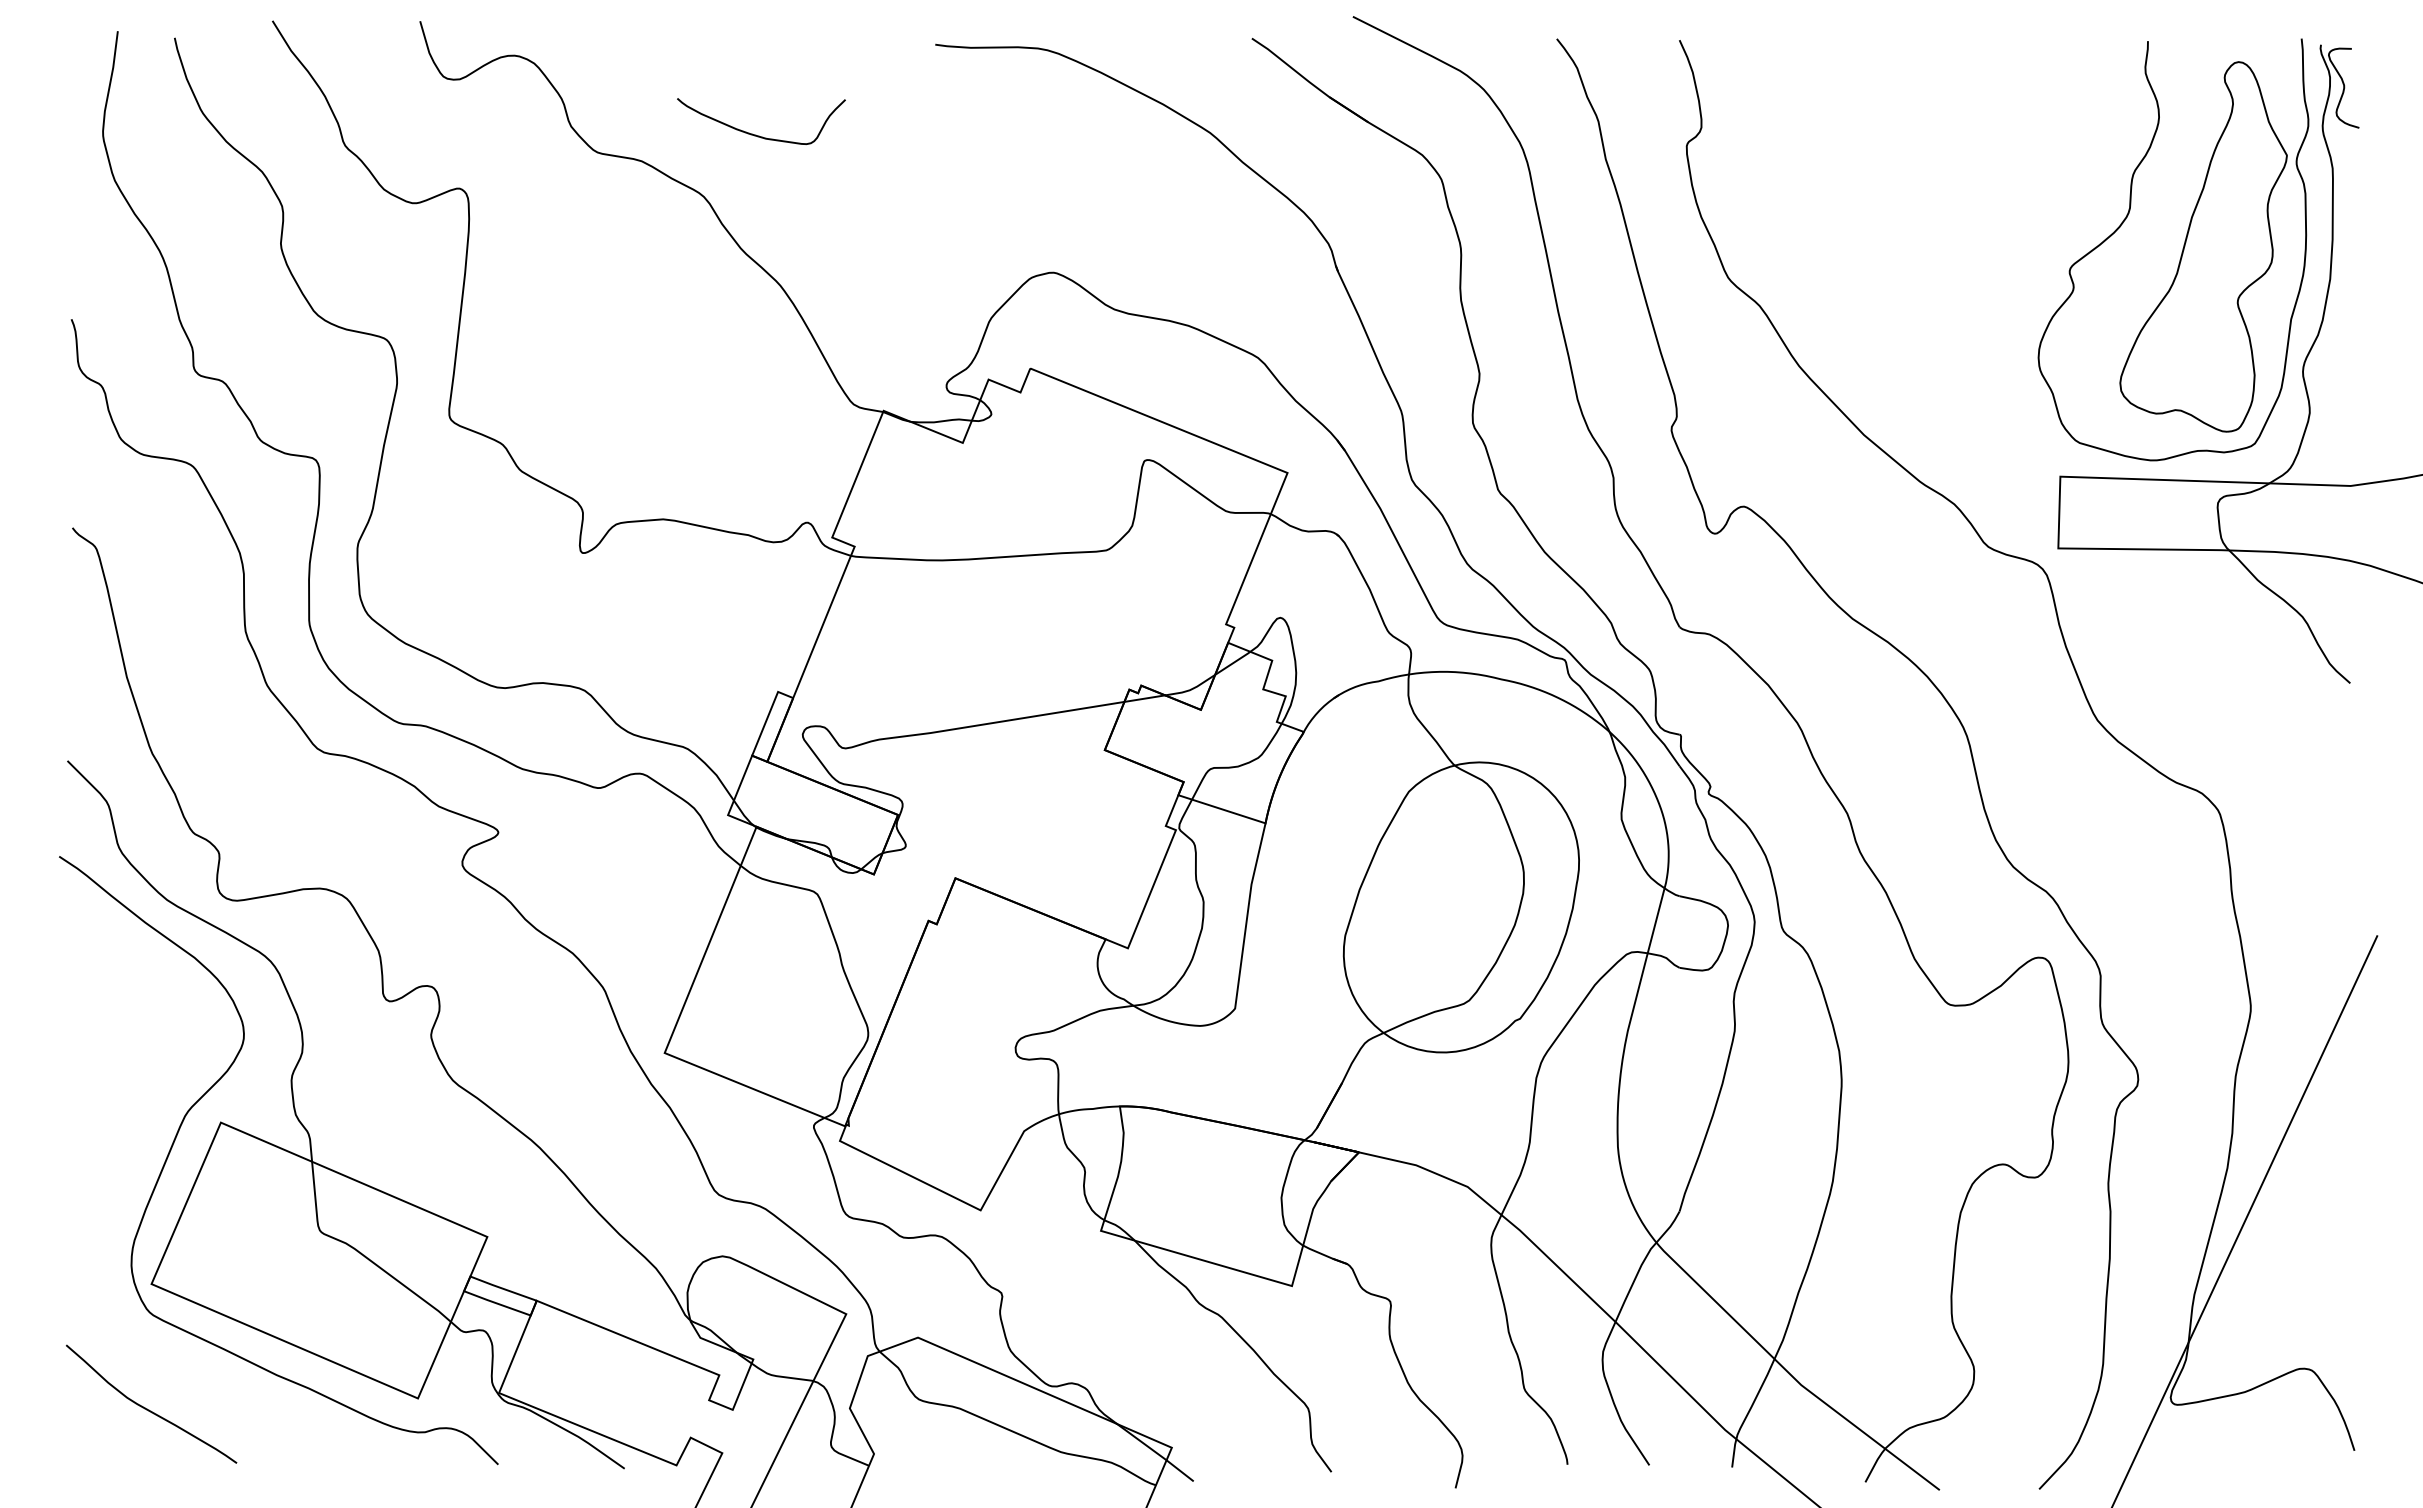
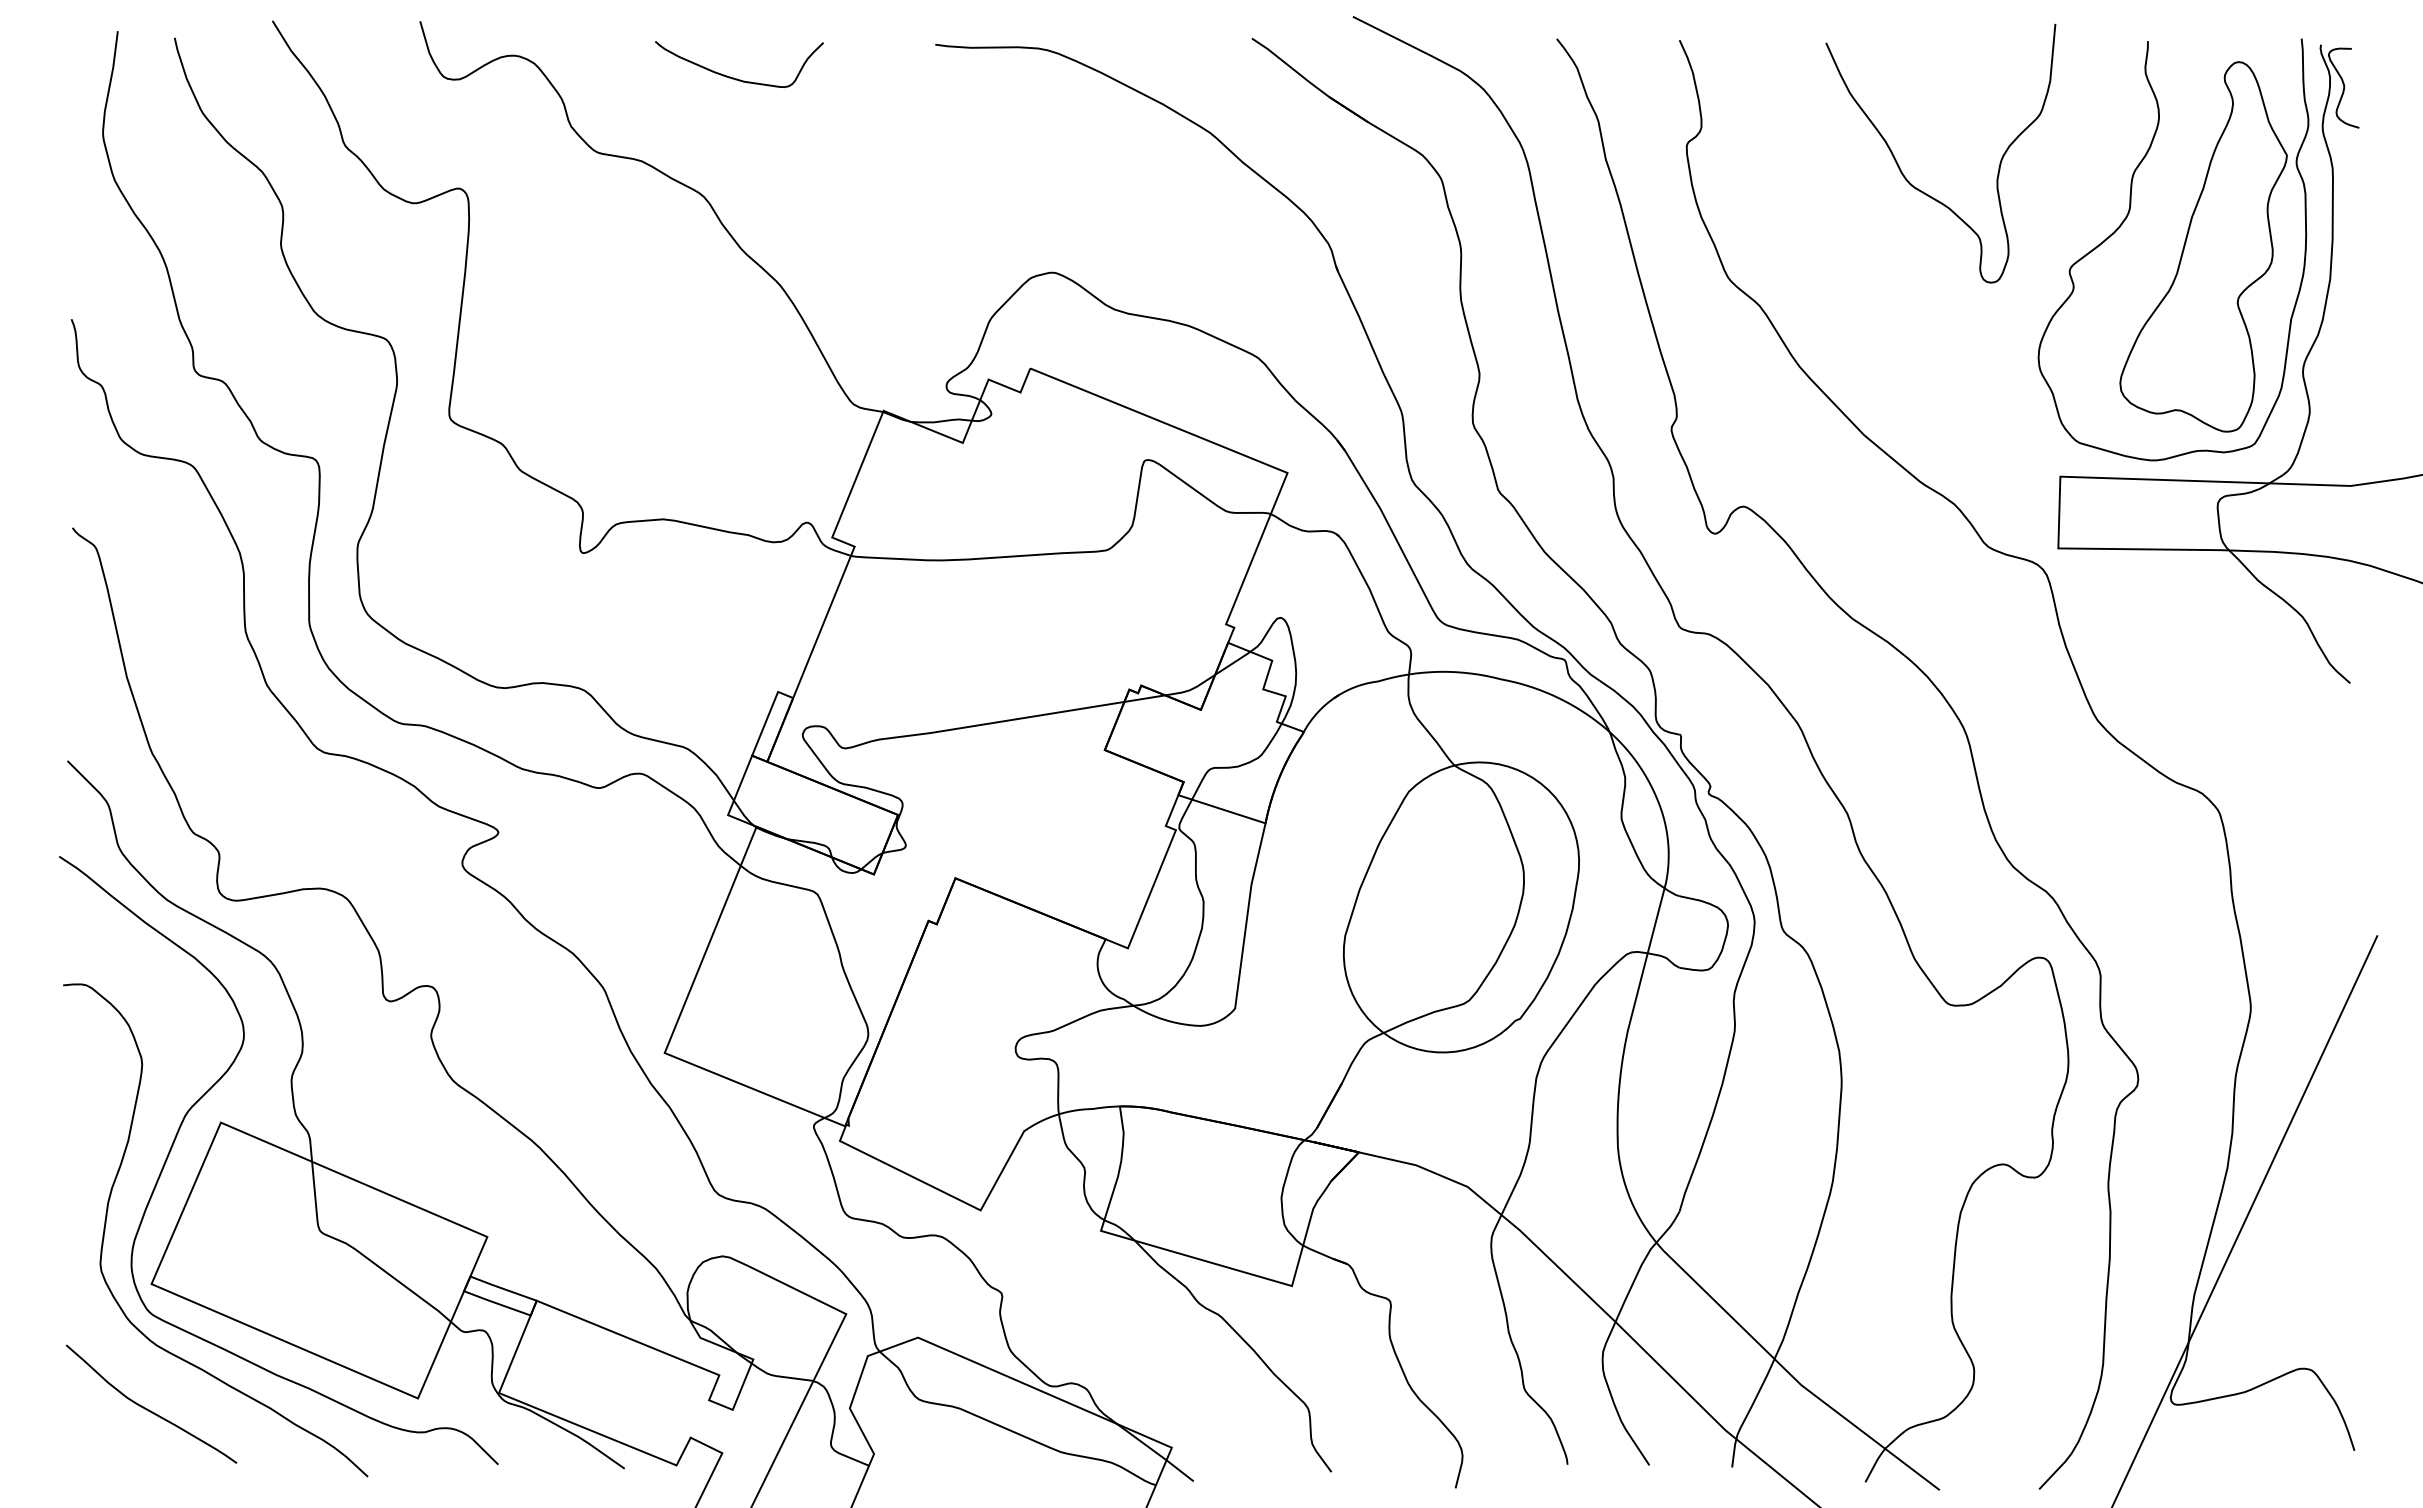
curve at (756, 134) position: (756, 134) -> (734, 77)
curve at (1918, 188): none -> present
curve at (107, 1217): none -> present
